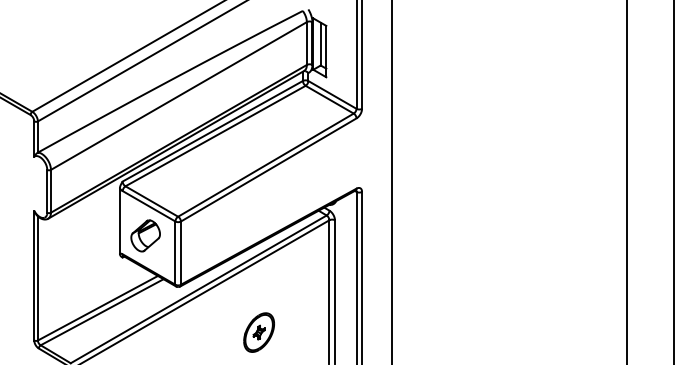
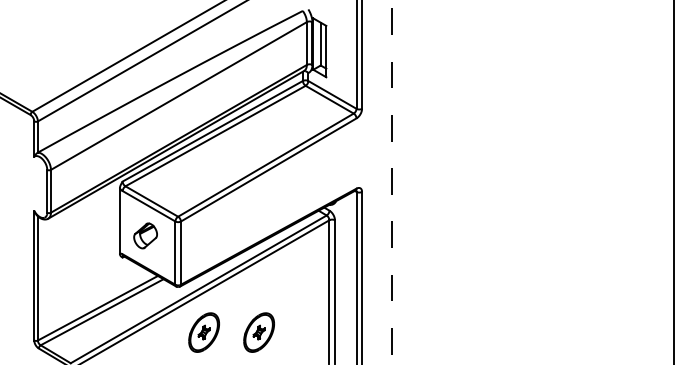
line at (627, 181): present -> none
line at (391, 182): solid -> dashed
part at (145, 235) size: 31x34 px -> 25x28 px
part at (203, 332): none -> present
